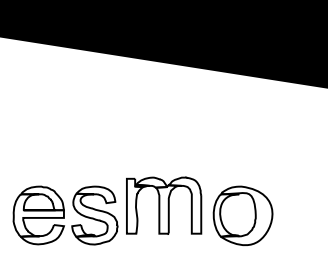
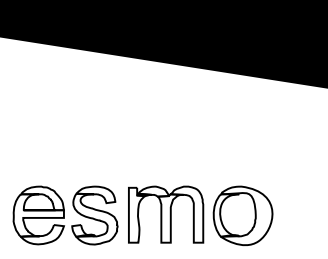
part at (164, 205) position: (164, 205) -> (166, 214)
